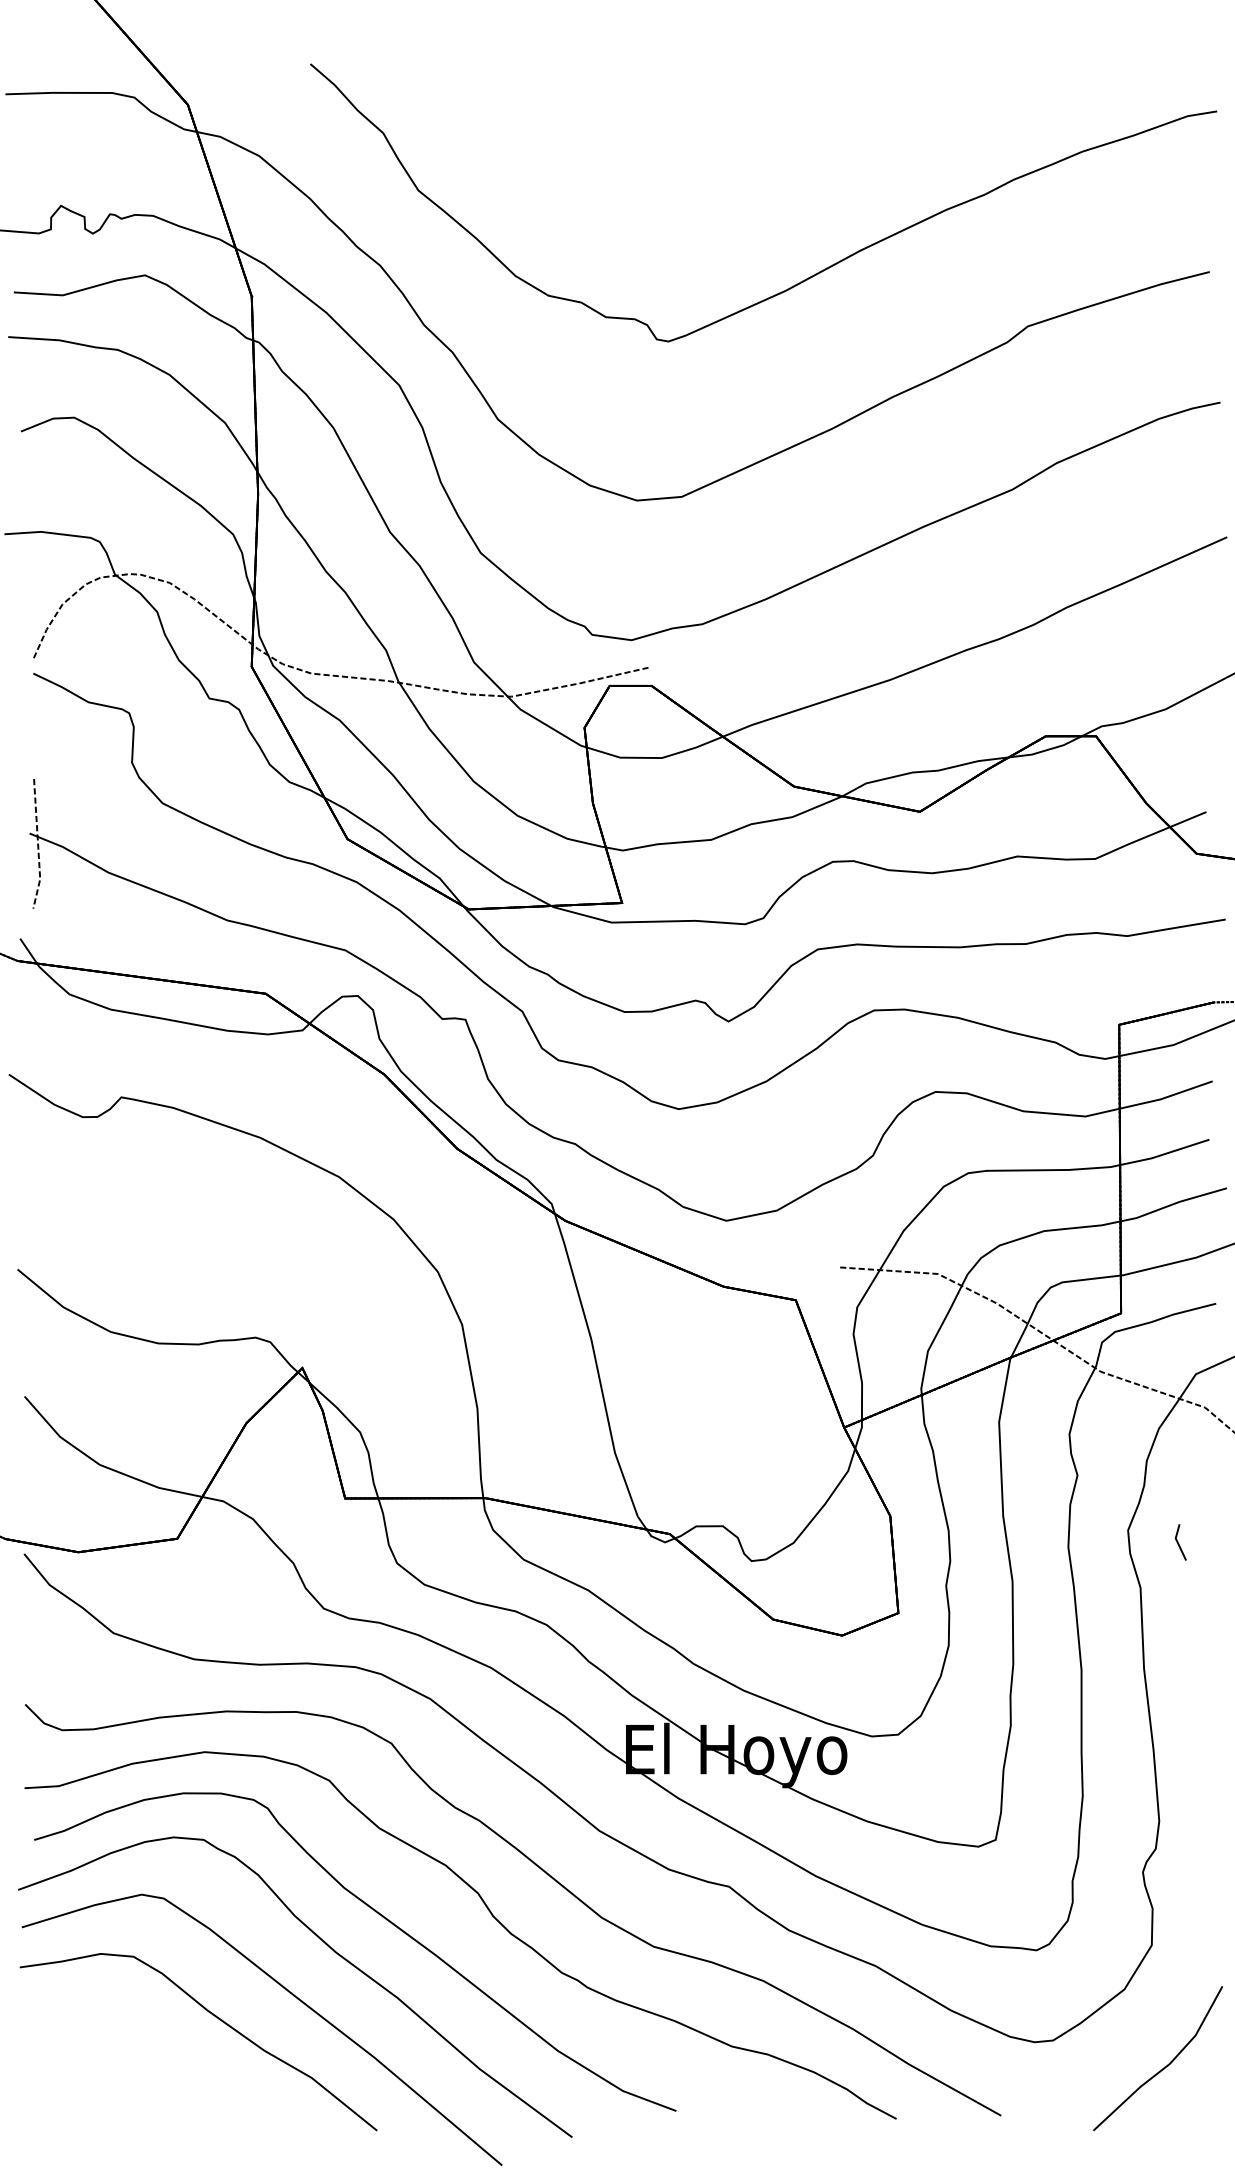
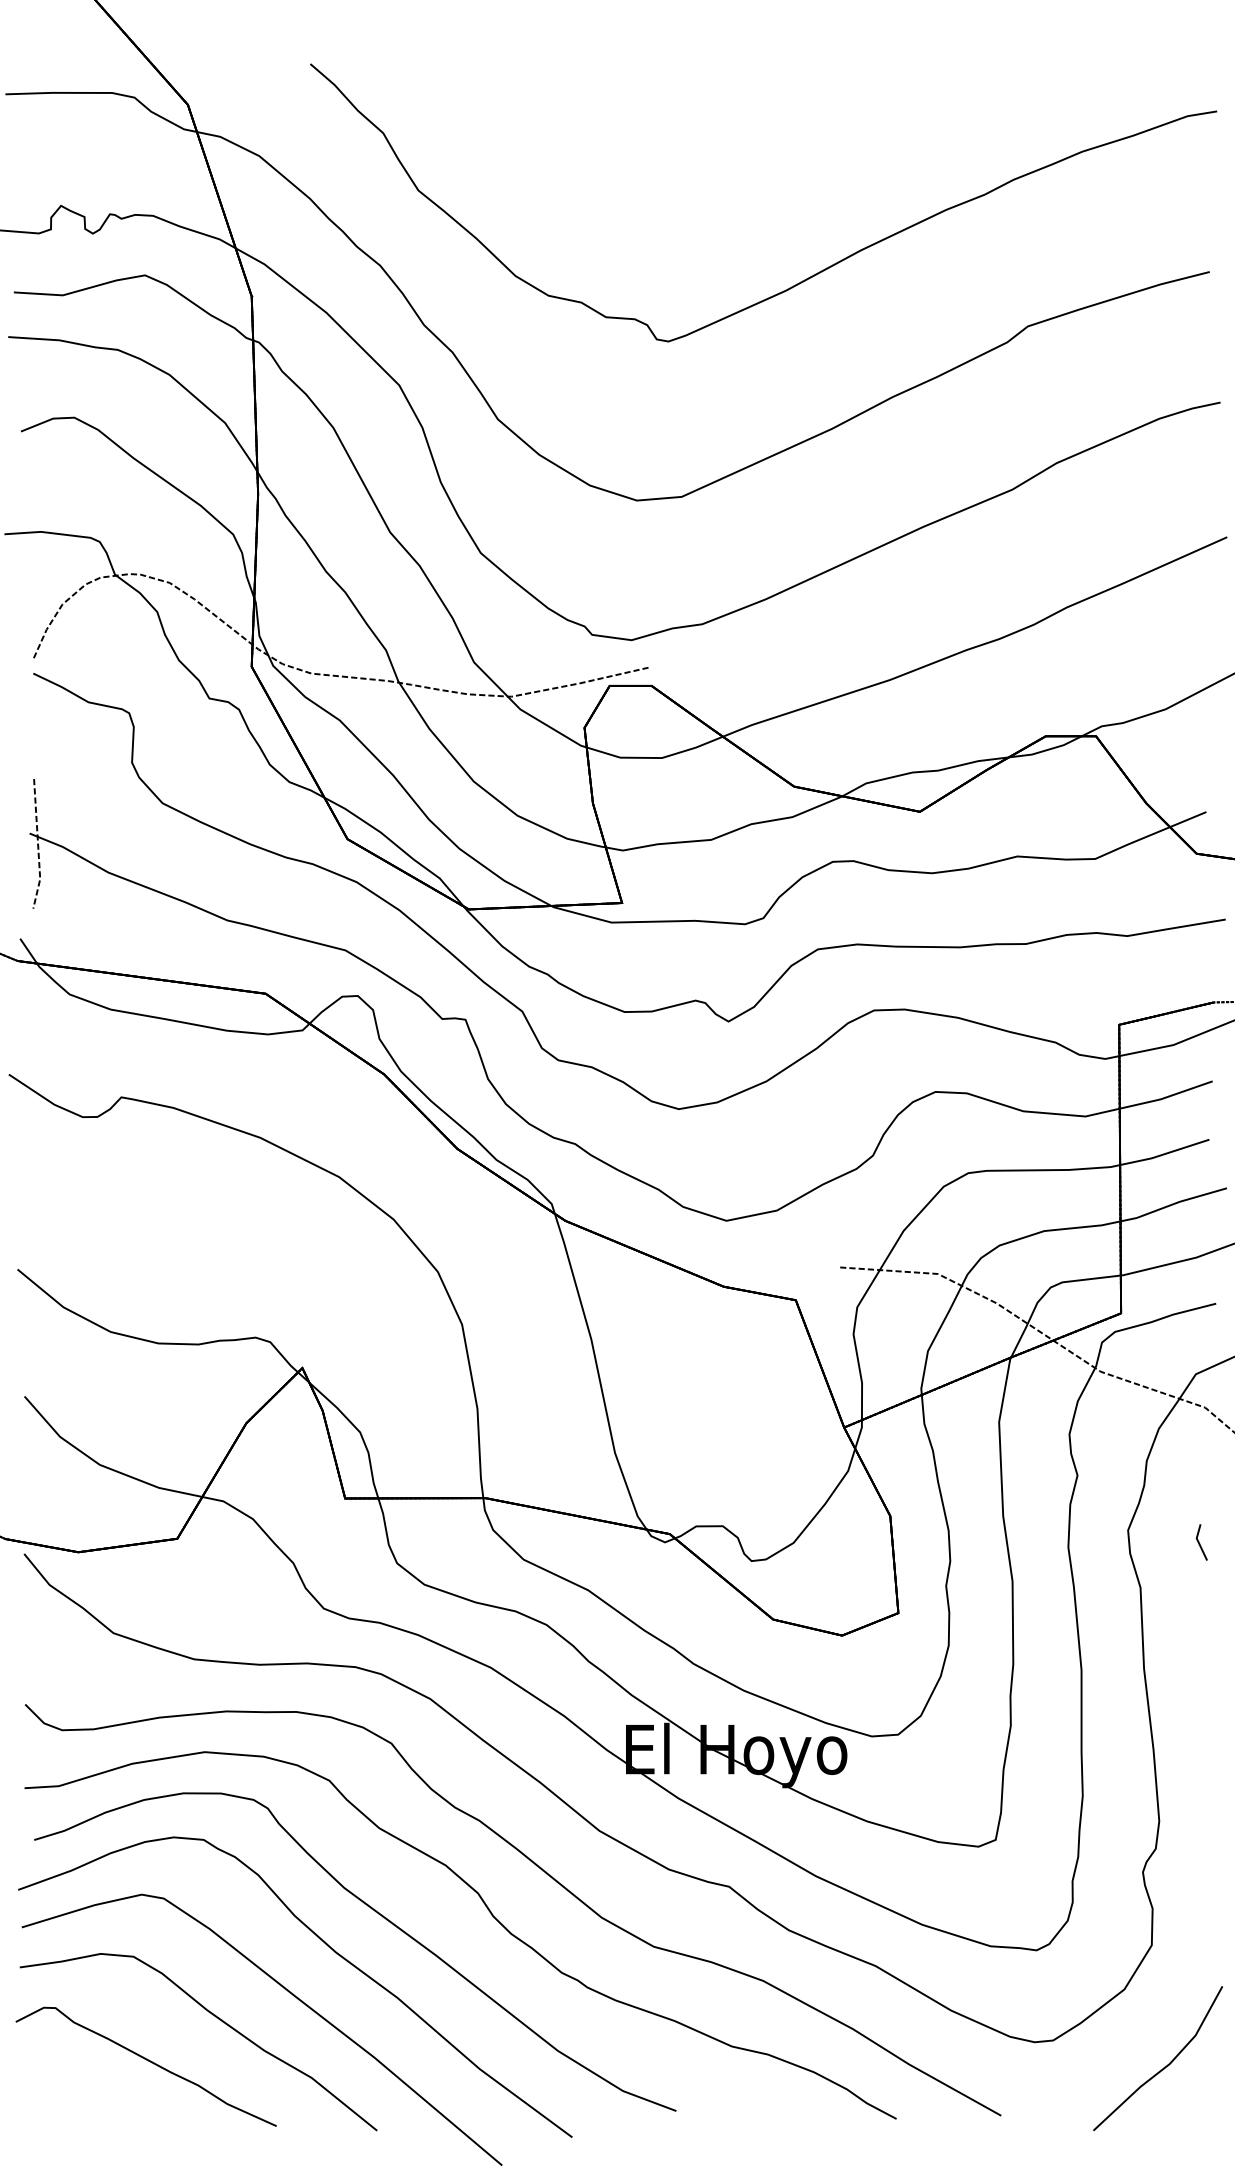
line at (1179, 1543) position: (1179, 1543) -> (1200, 1543)
curve at (148, 2061): none -> present
